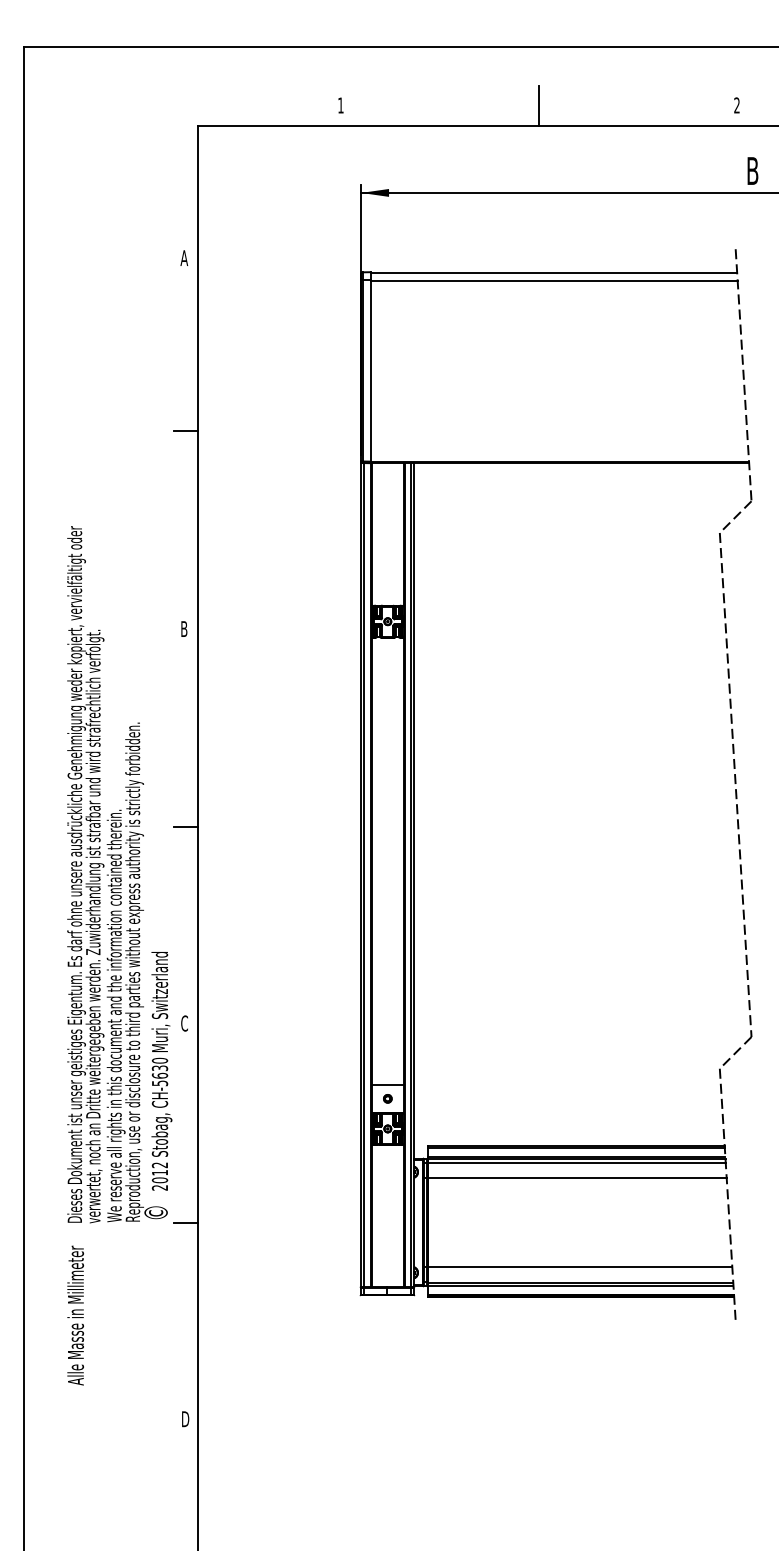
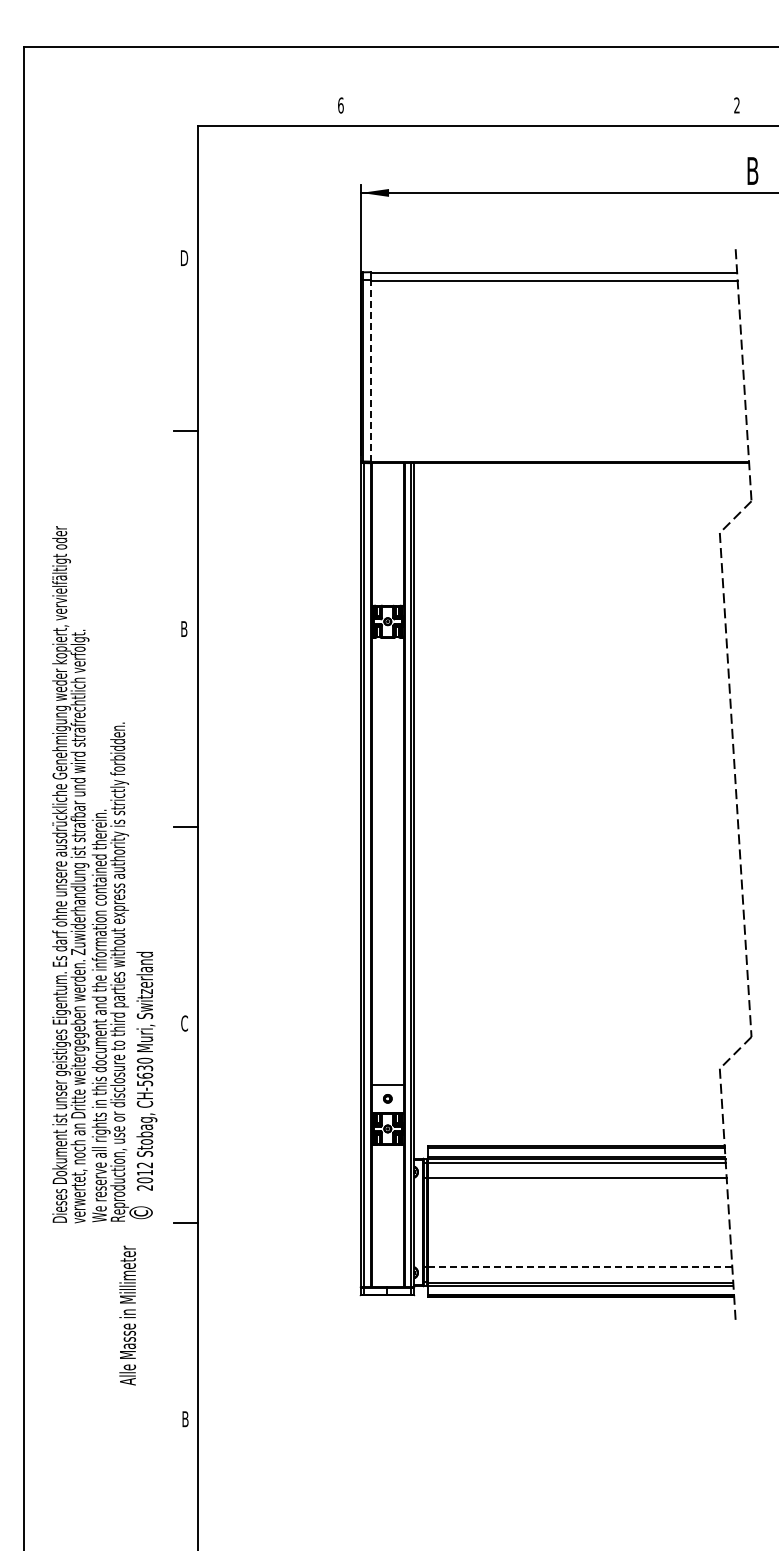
text at (340, 105): 1 -> 6
line at (538, 105): present -> none
text at (184, 257): A -> D
line at (370, 370): solid -> dashed
text at (119, 874) position: (119, 874) -> (104, 874)
line at (579, 1266): solid -> dashed
text at (75, 1315) position: (75, 1315) -> (127, 1315)
text at (185, 1419): D -> B
